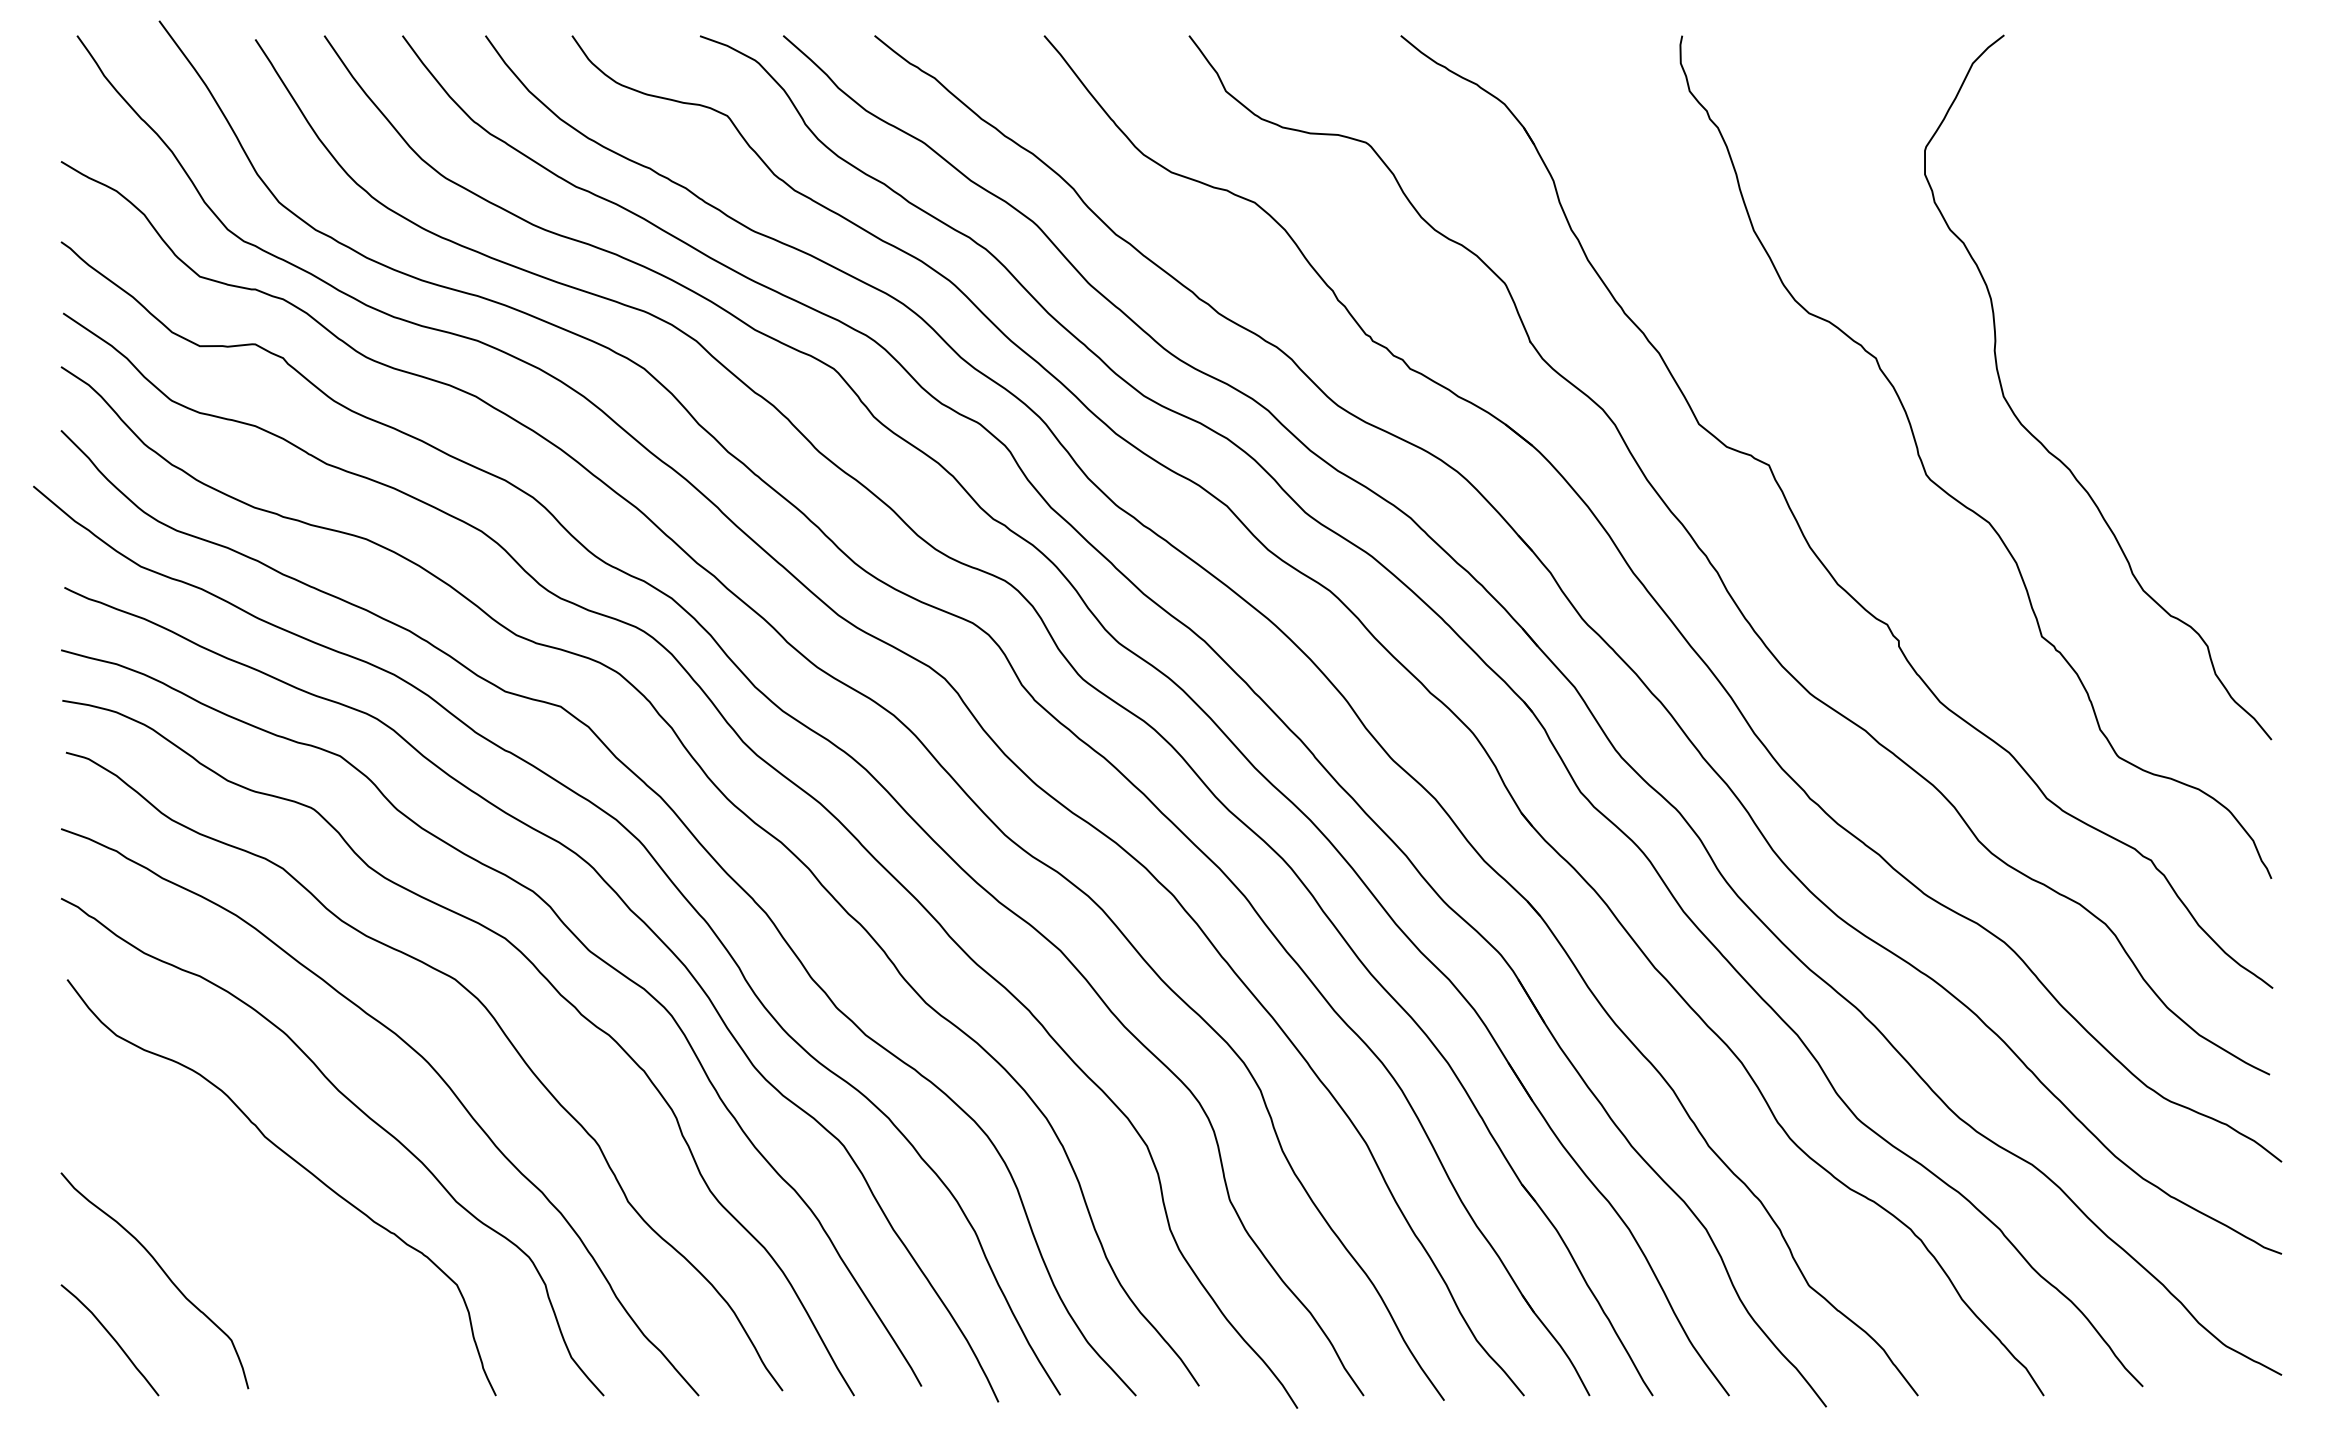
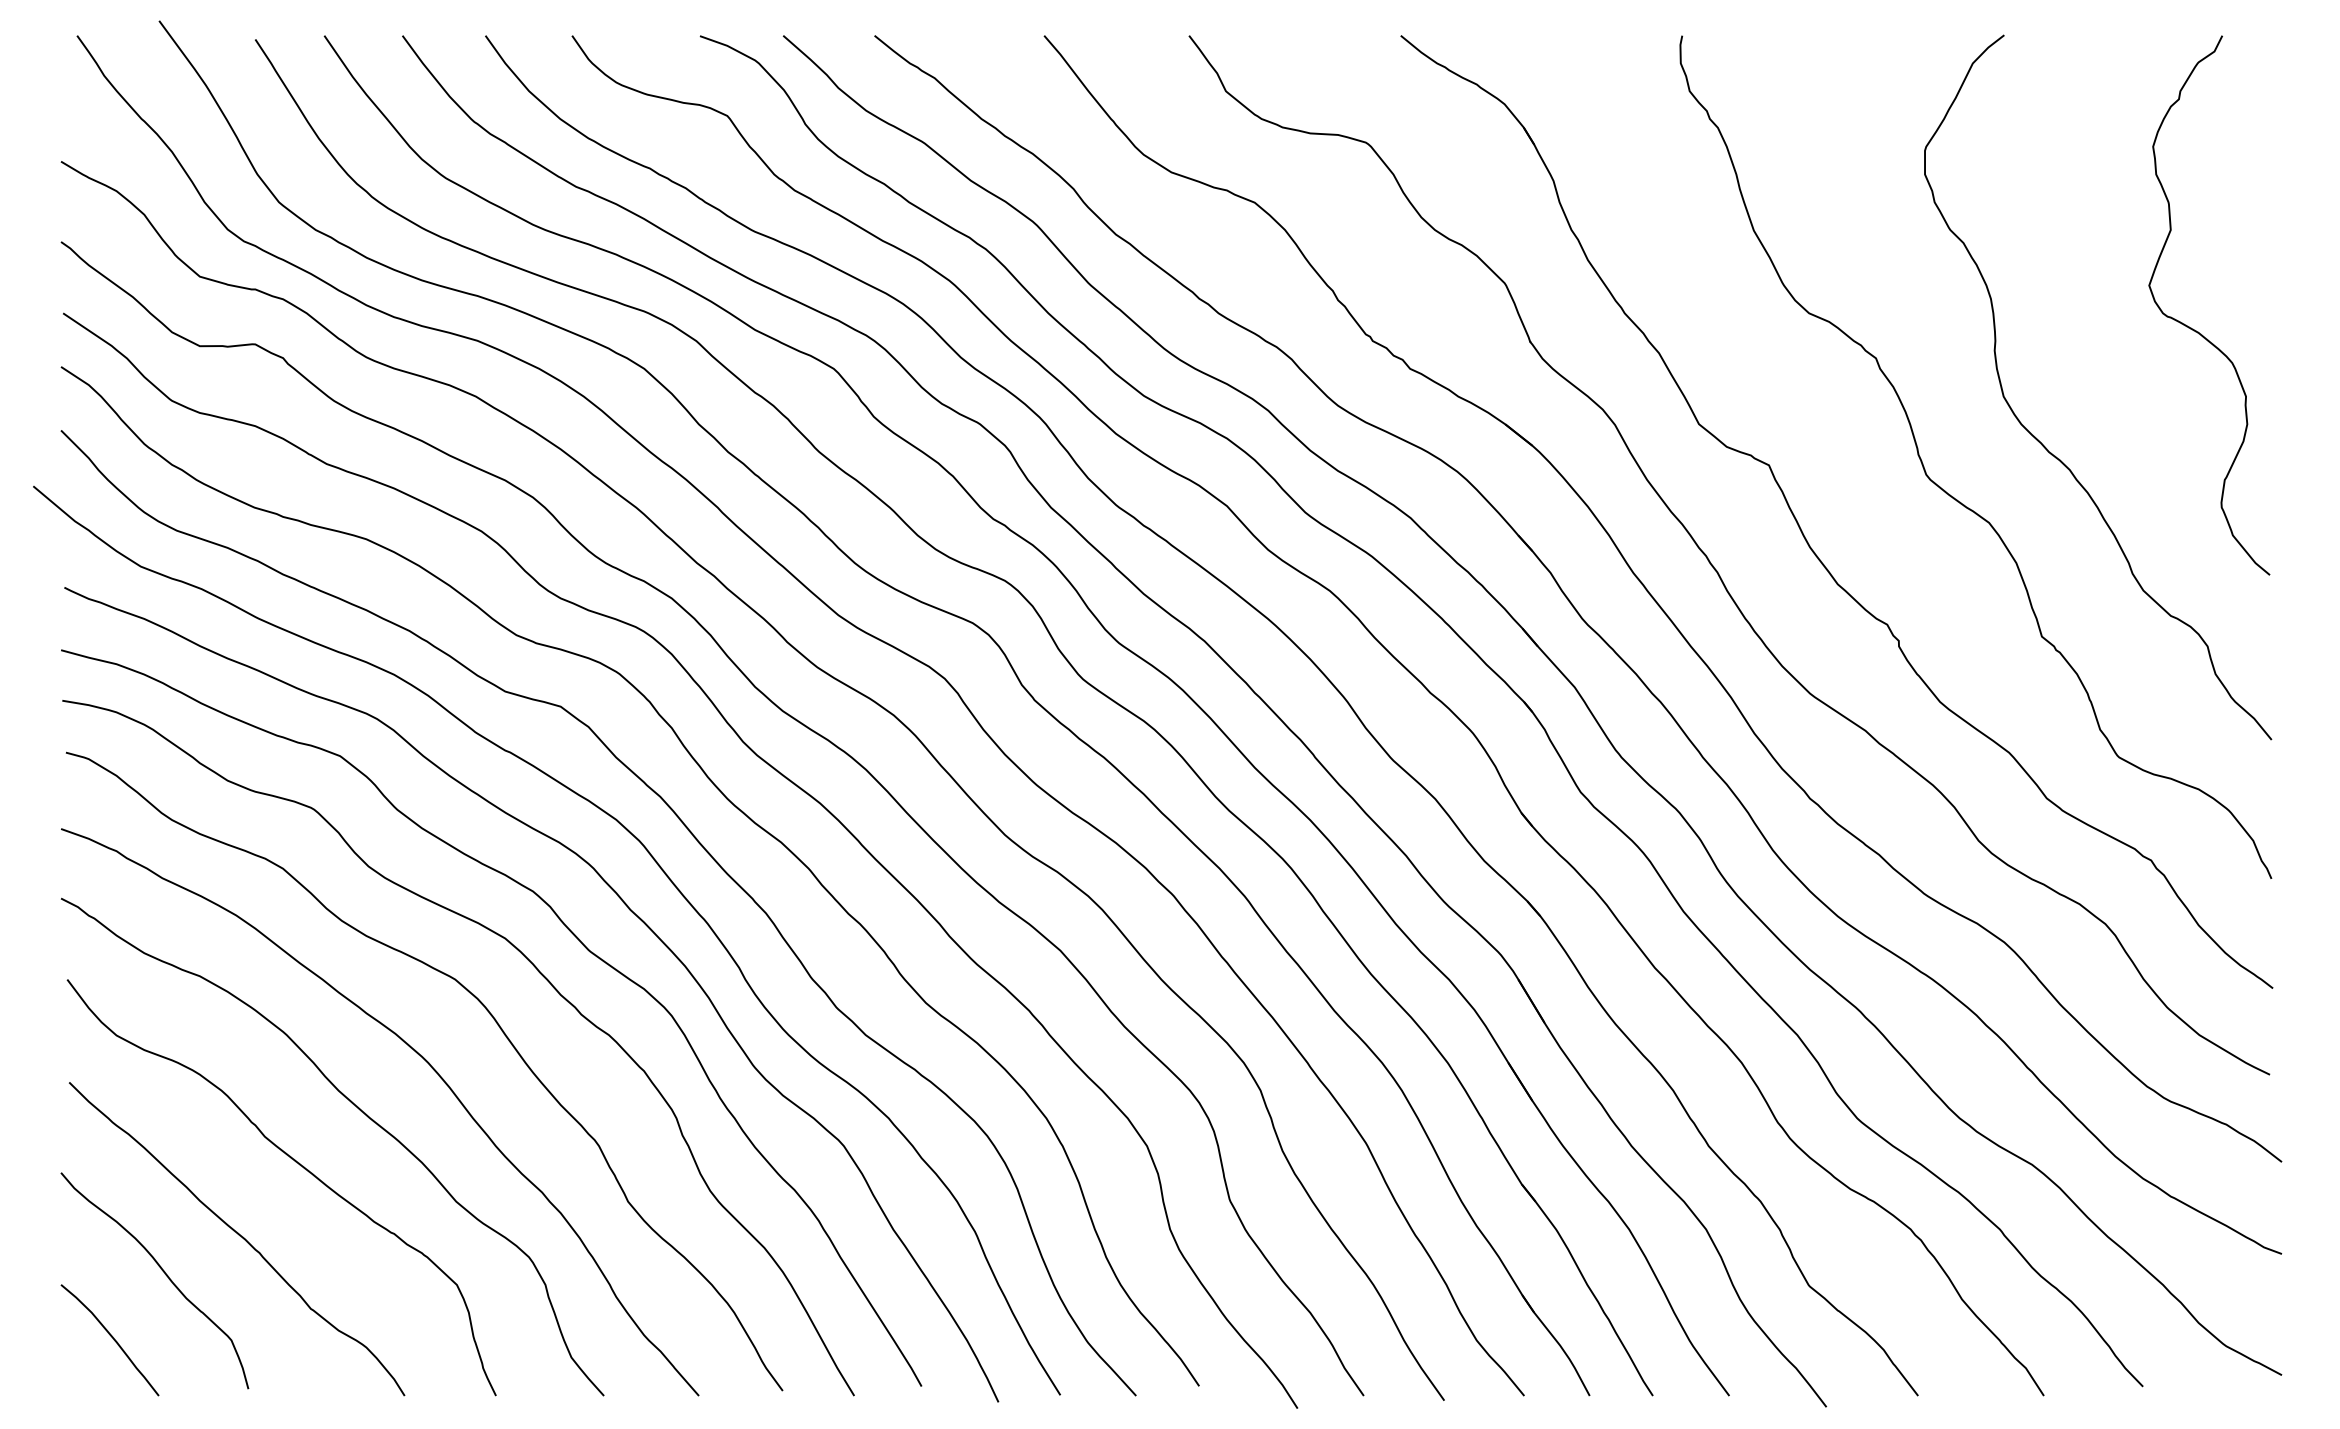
curve at (2193, 328): none -> present
curve at (239, 1236): none -> present
